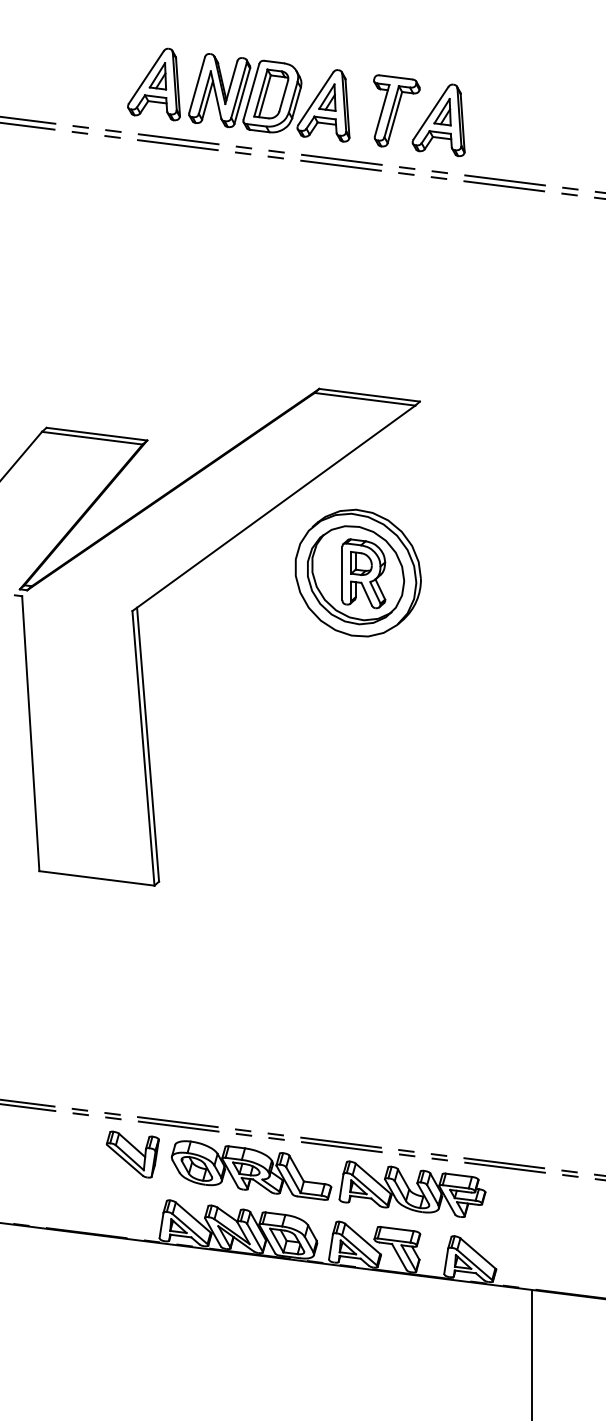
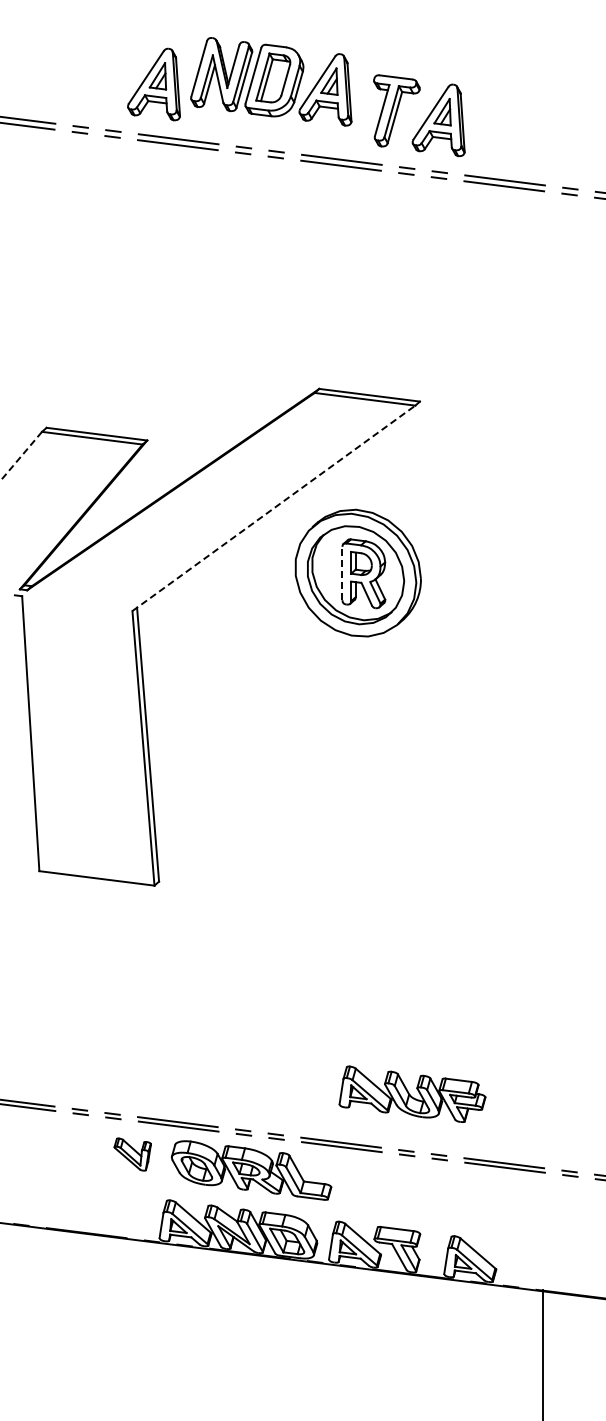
part at (269, 97) position: (269, 97) -> (271, 81)
line at (20, 457): solid -> dashed
line at (273, 508): solid -> dashed
line at (342, 573): solid -> dashed
part at (132, 1154) size: 55x49 px -> 39x35 px
part at (412, 1188) position: (412, 1188) -> (412, 1093)
line at (531, 1353) position: (531, 1353) -> (542, 1353)
